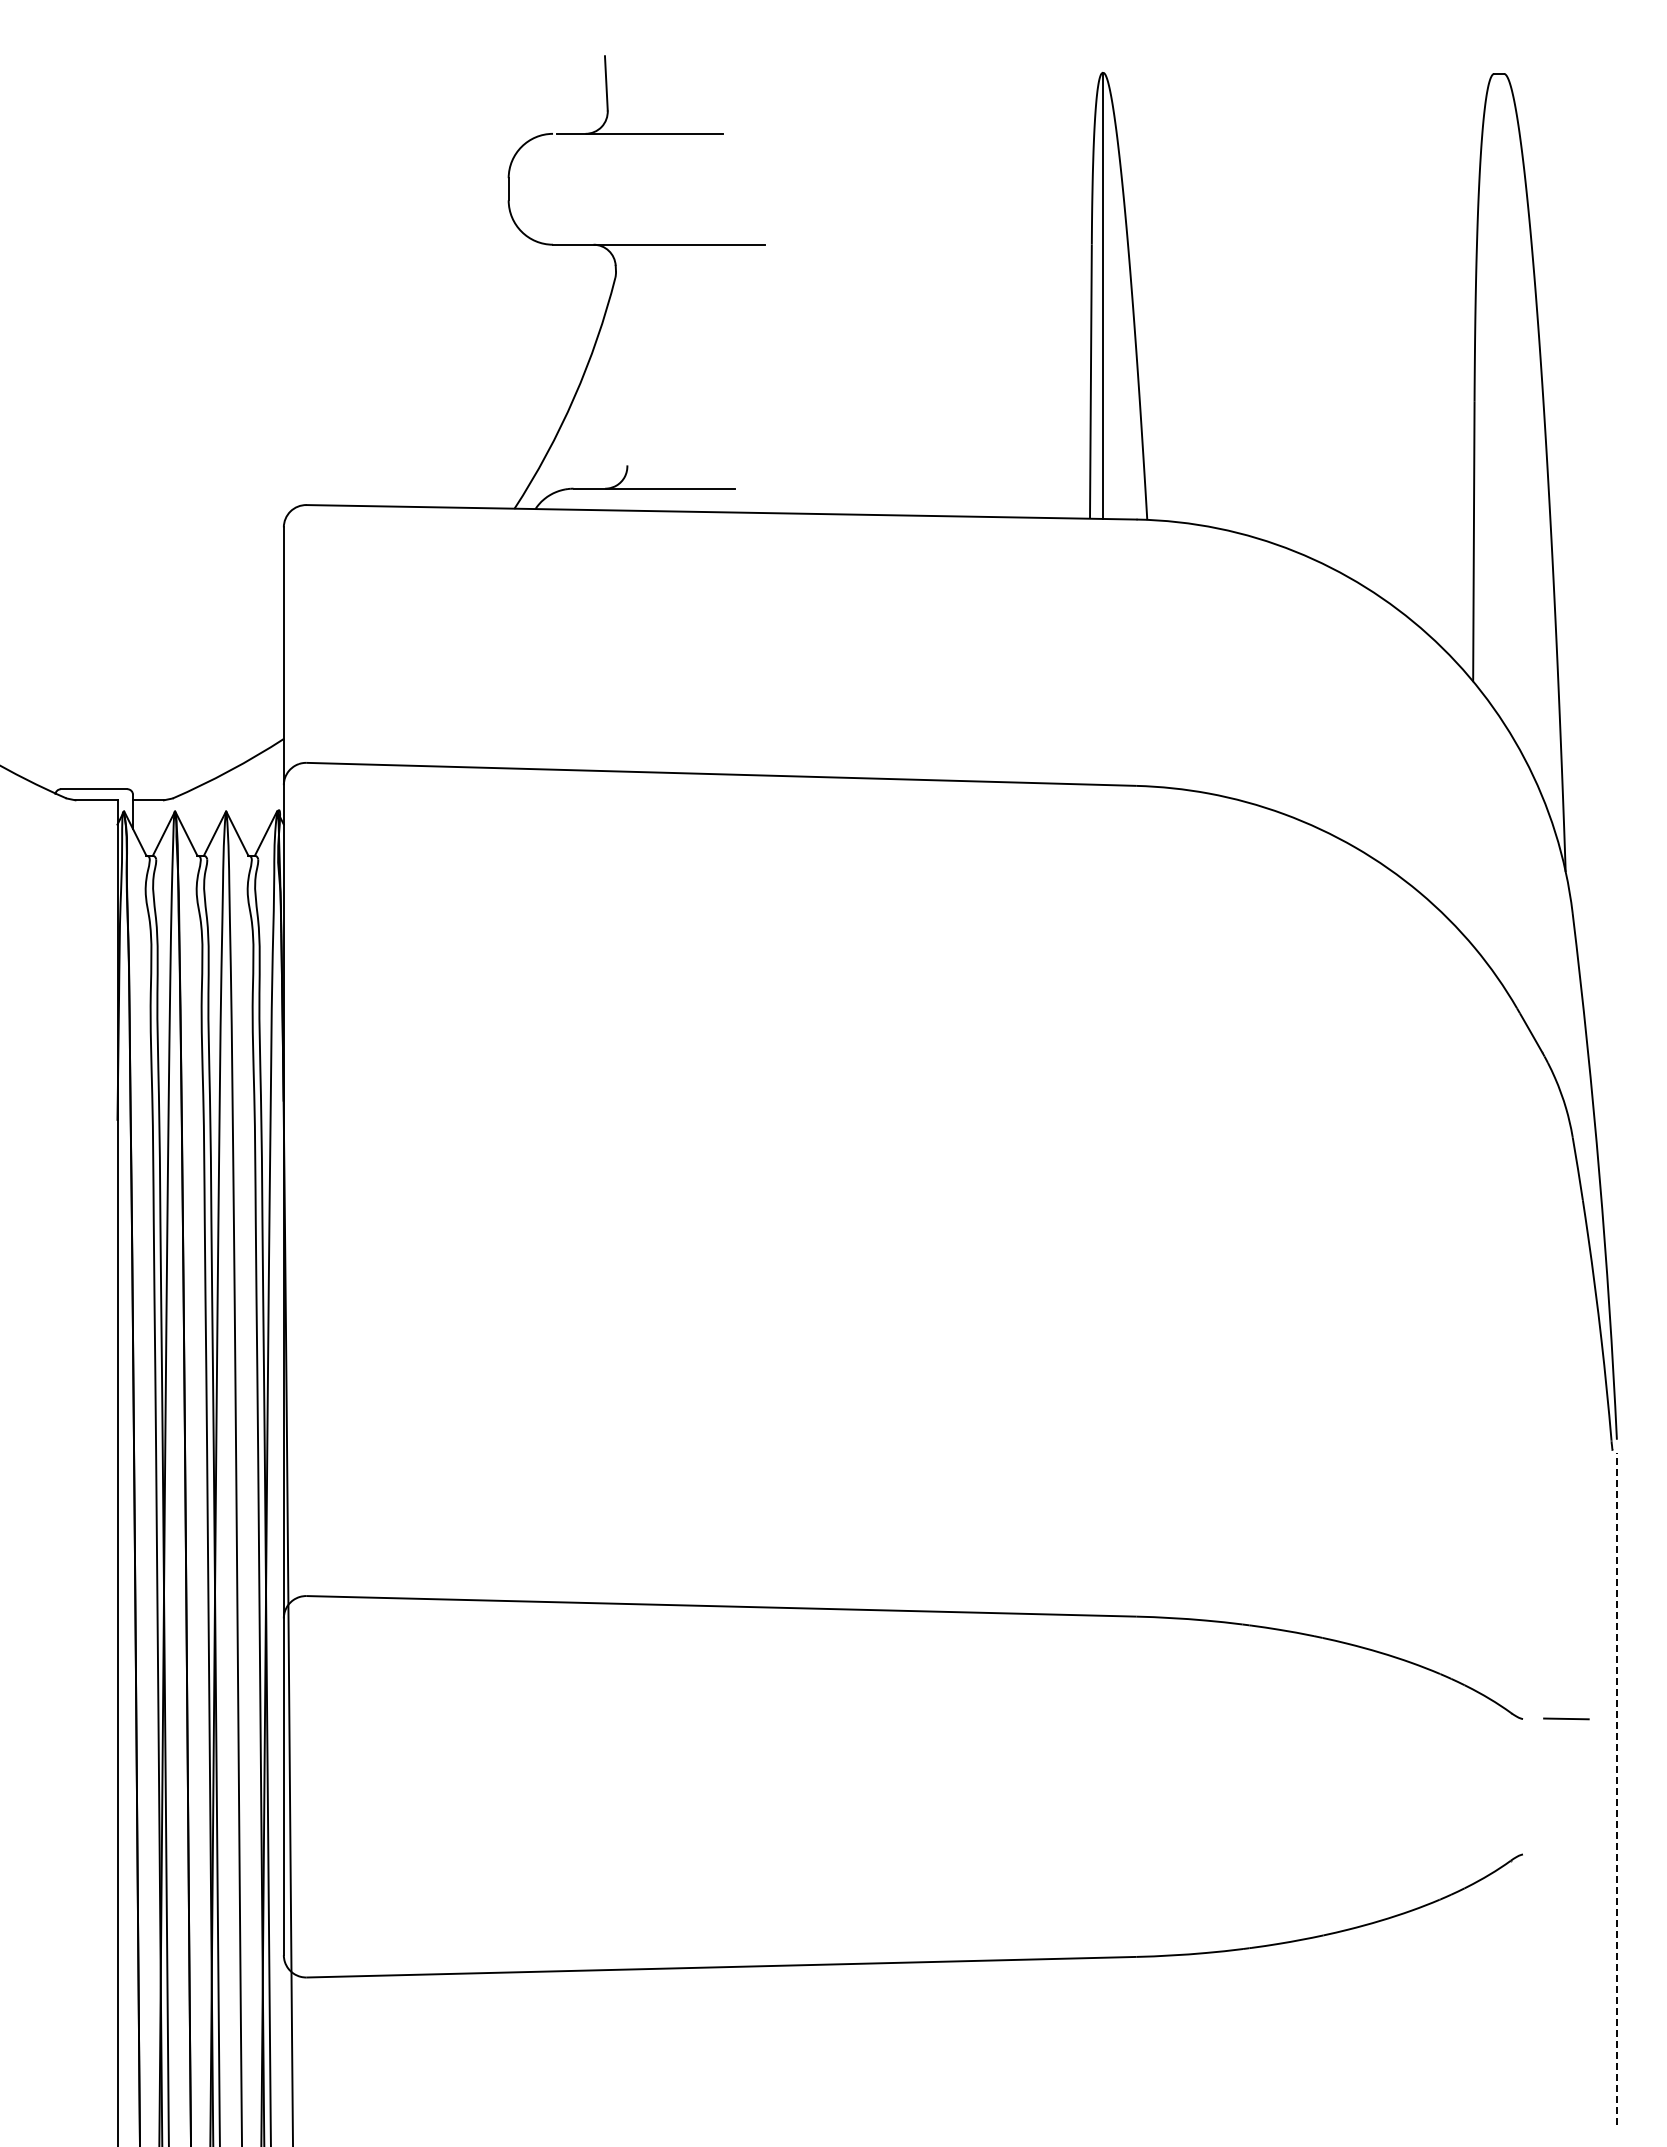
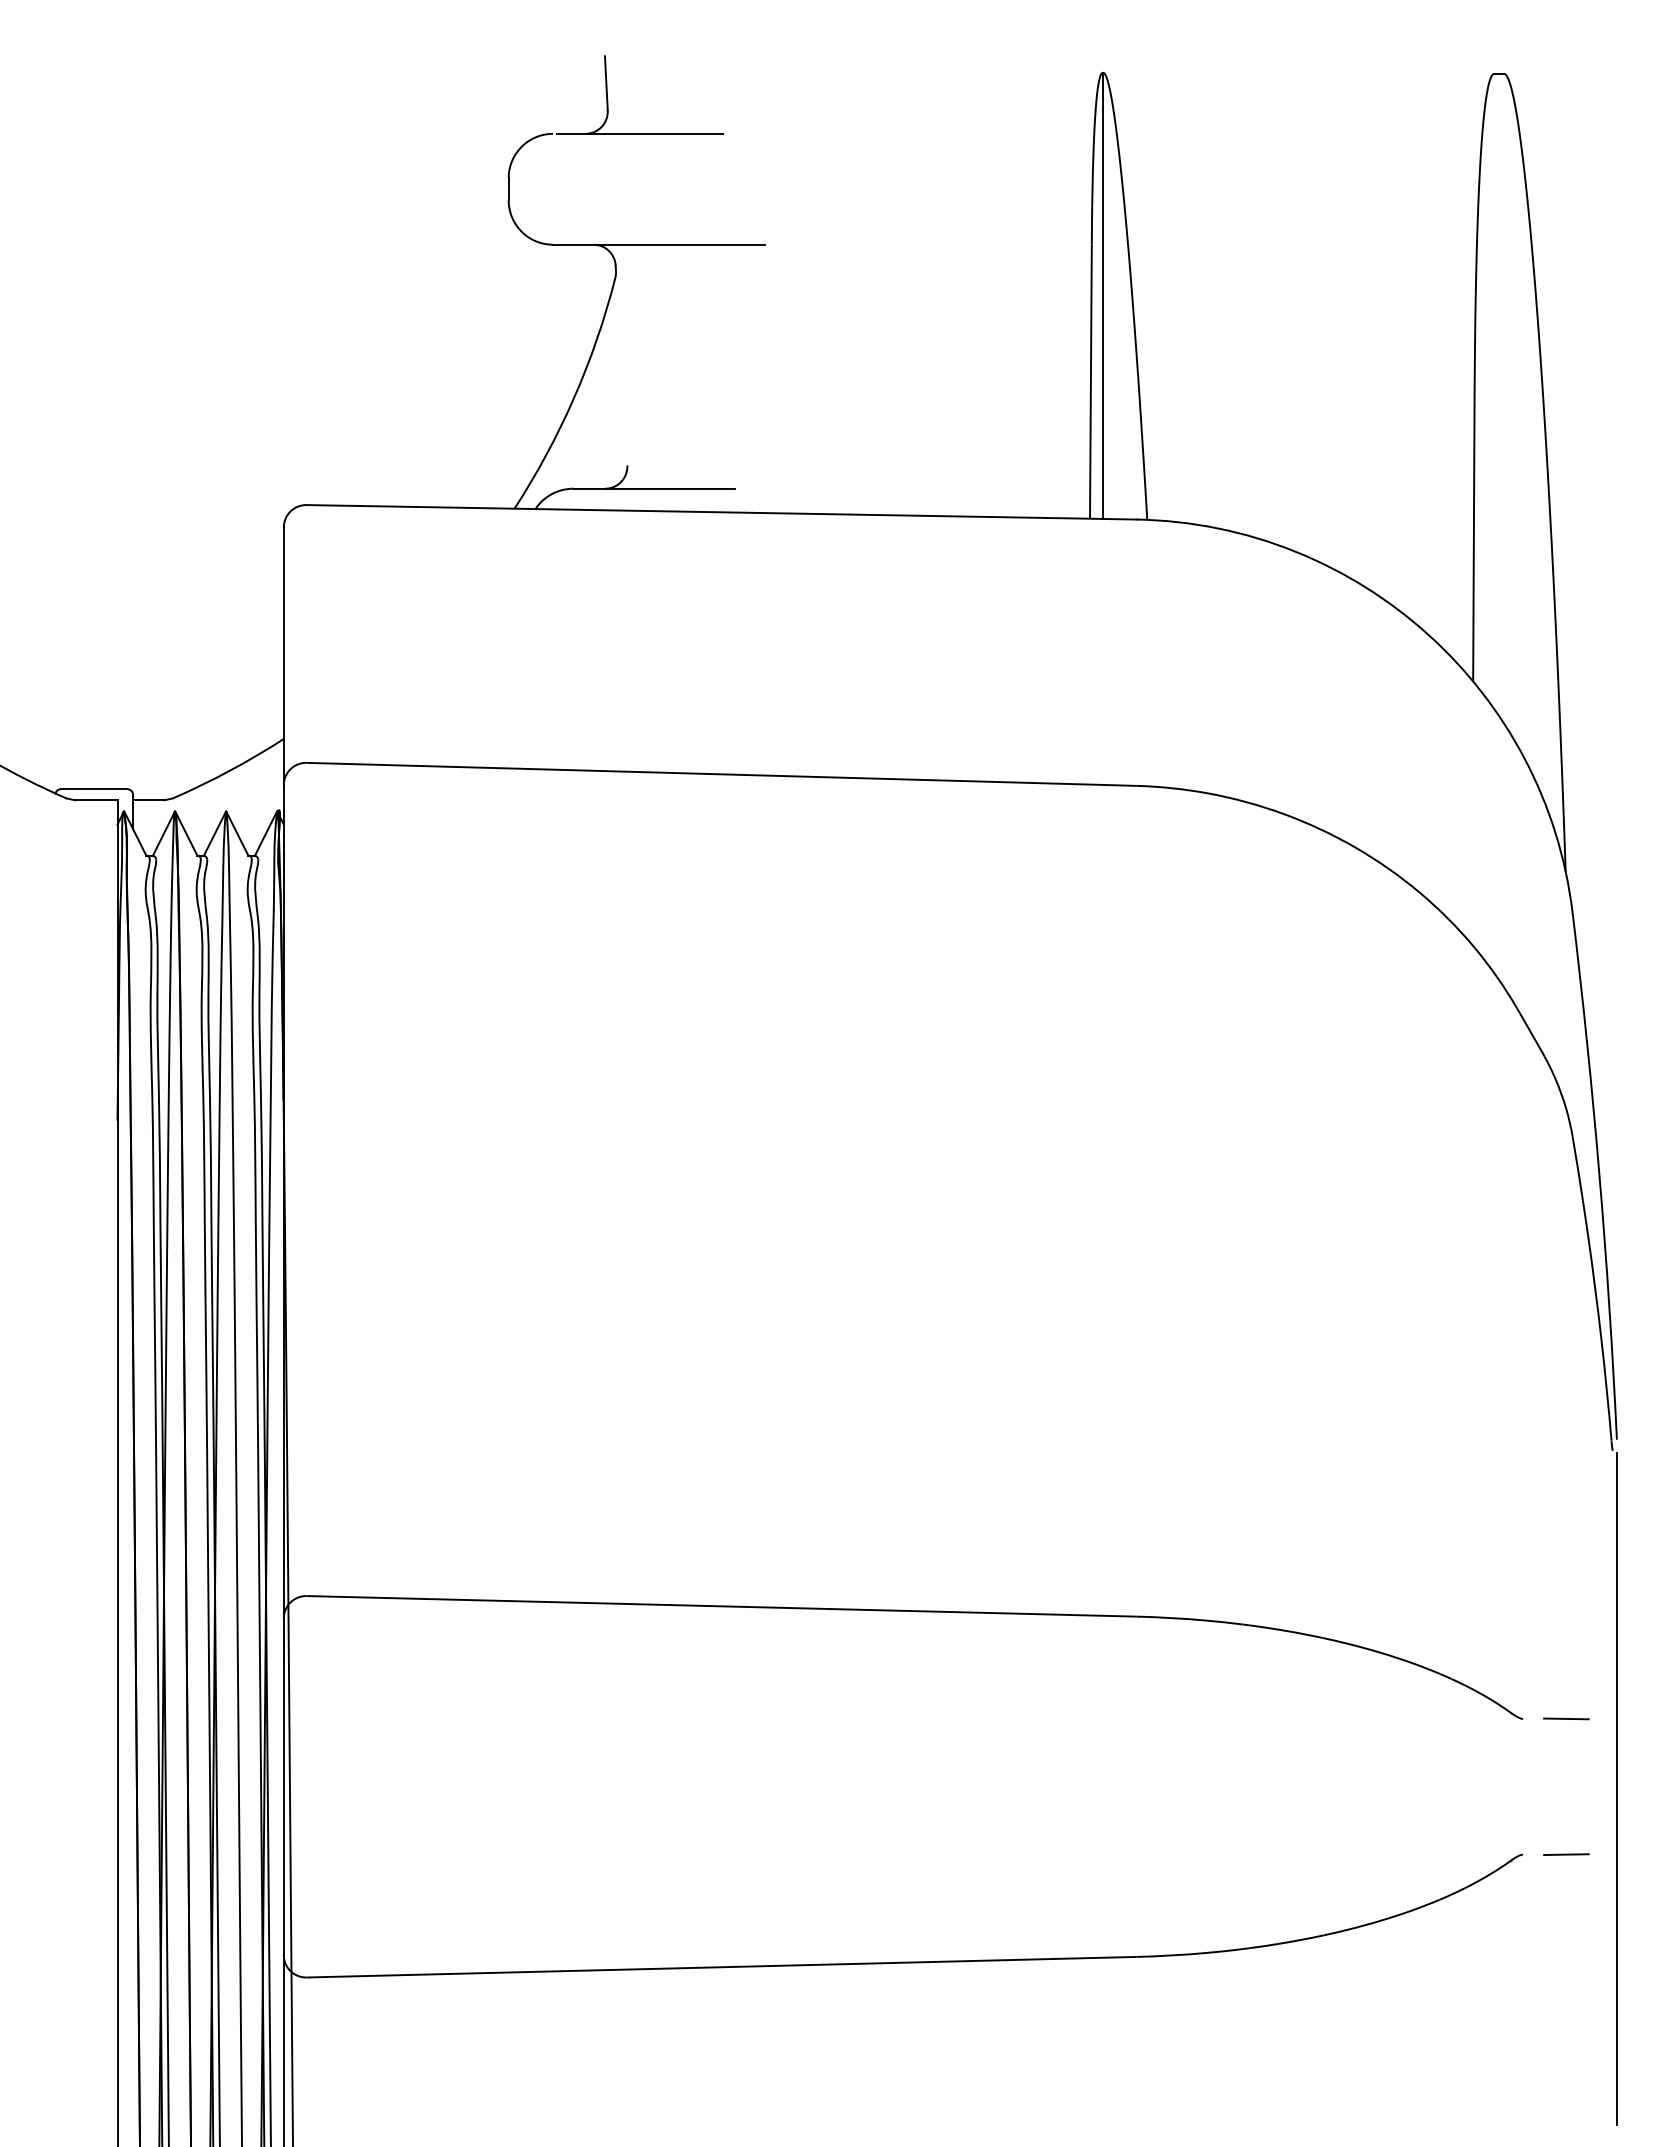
line at (1616, 1789): dashed -> solid
line at (1566, 1854): none -> present
line at (283, 2051): none -> present
